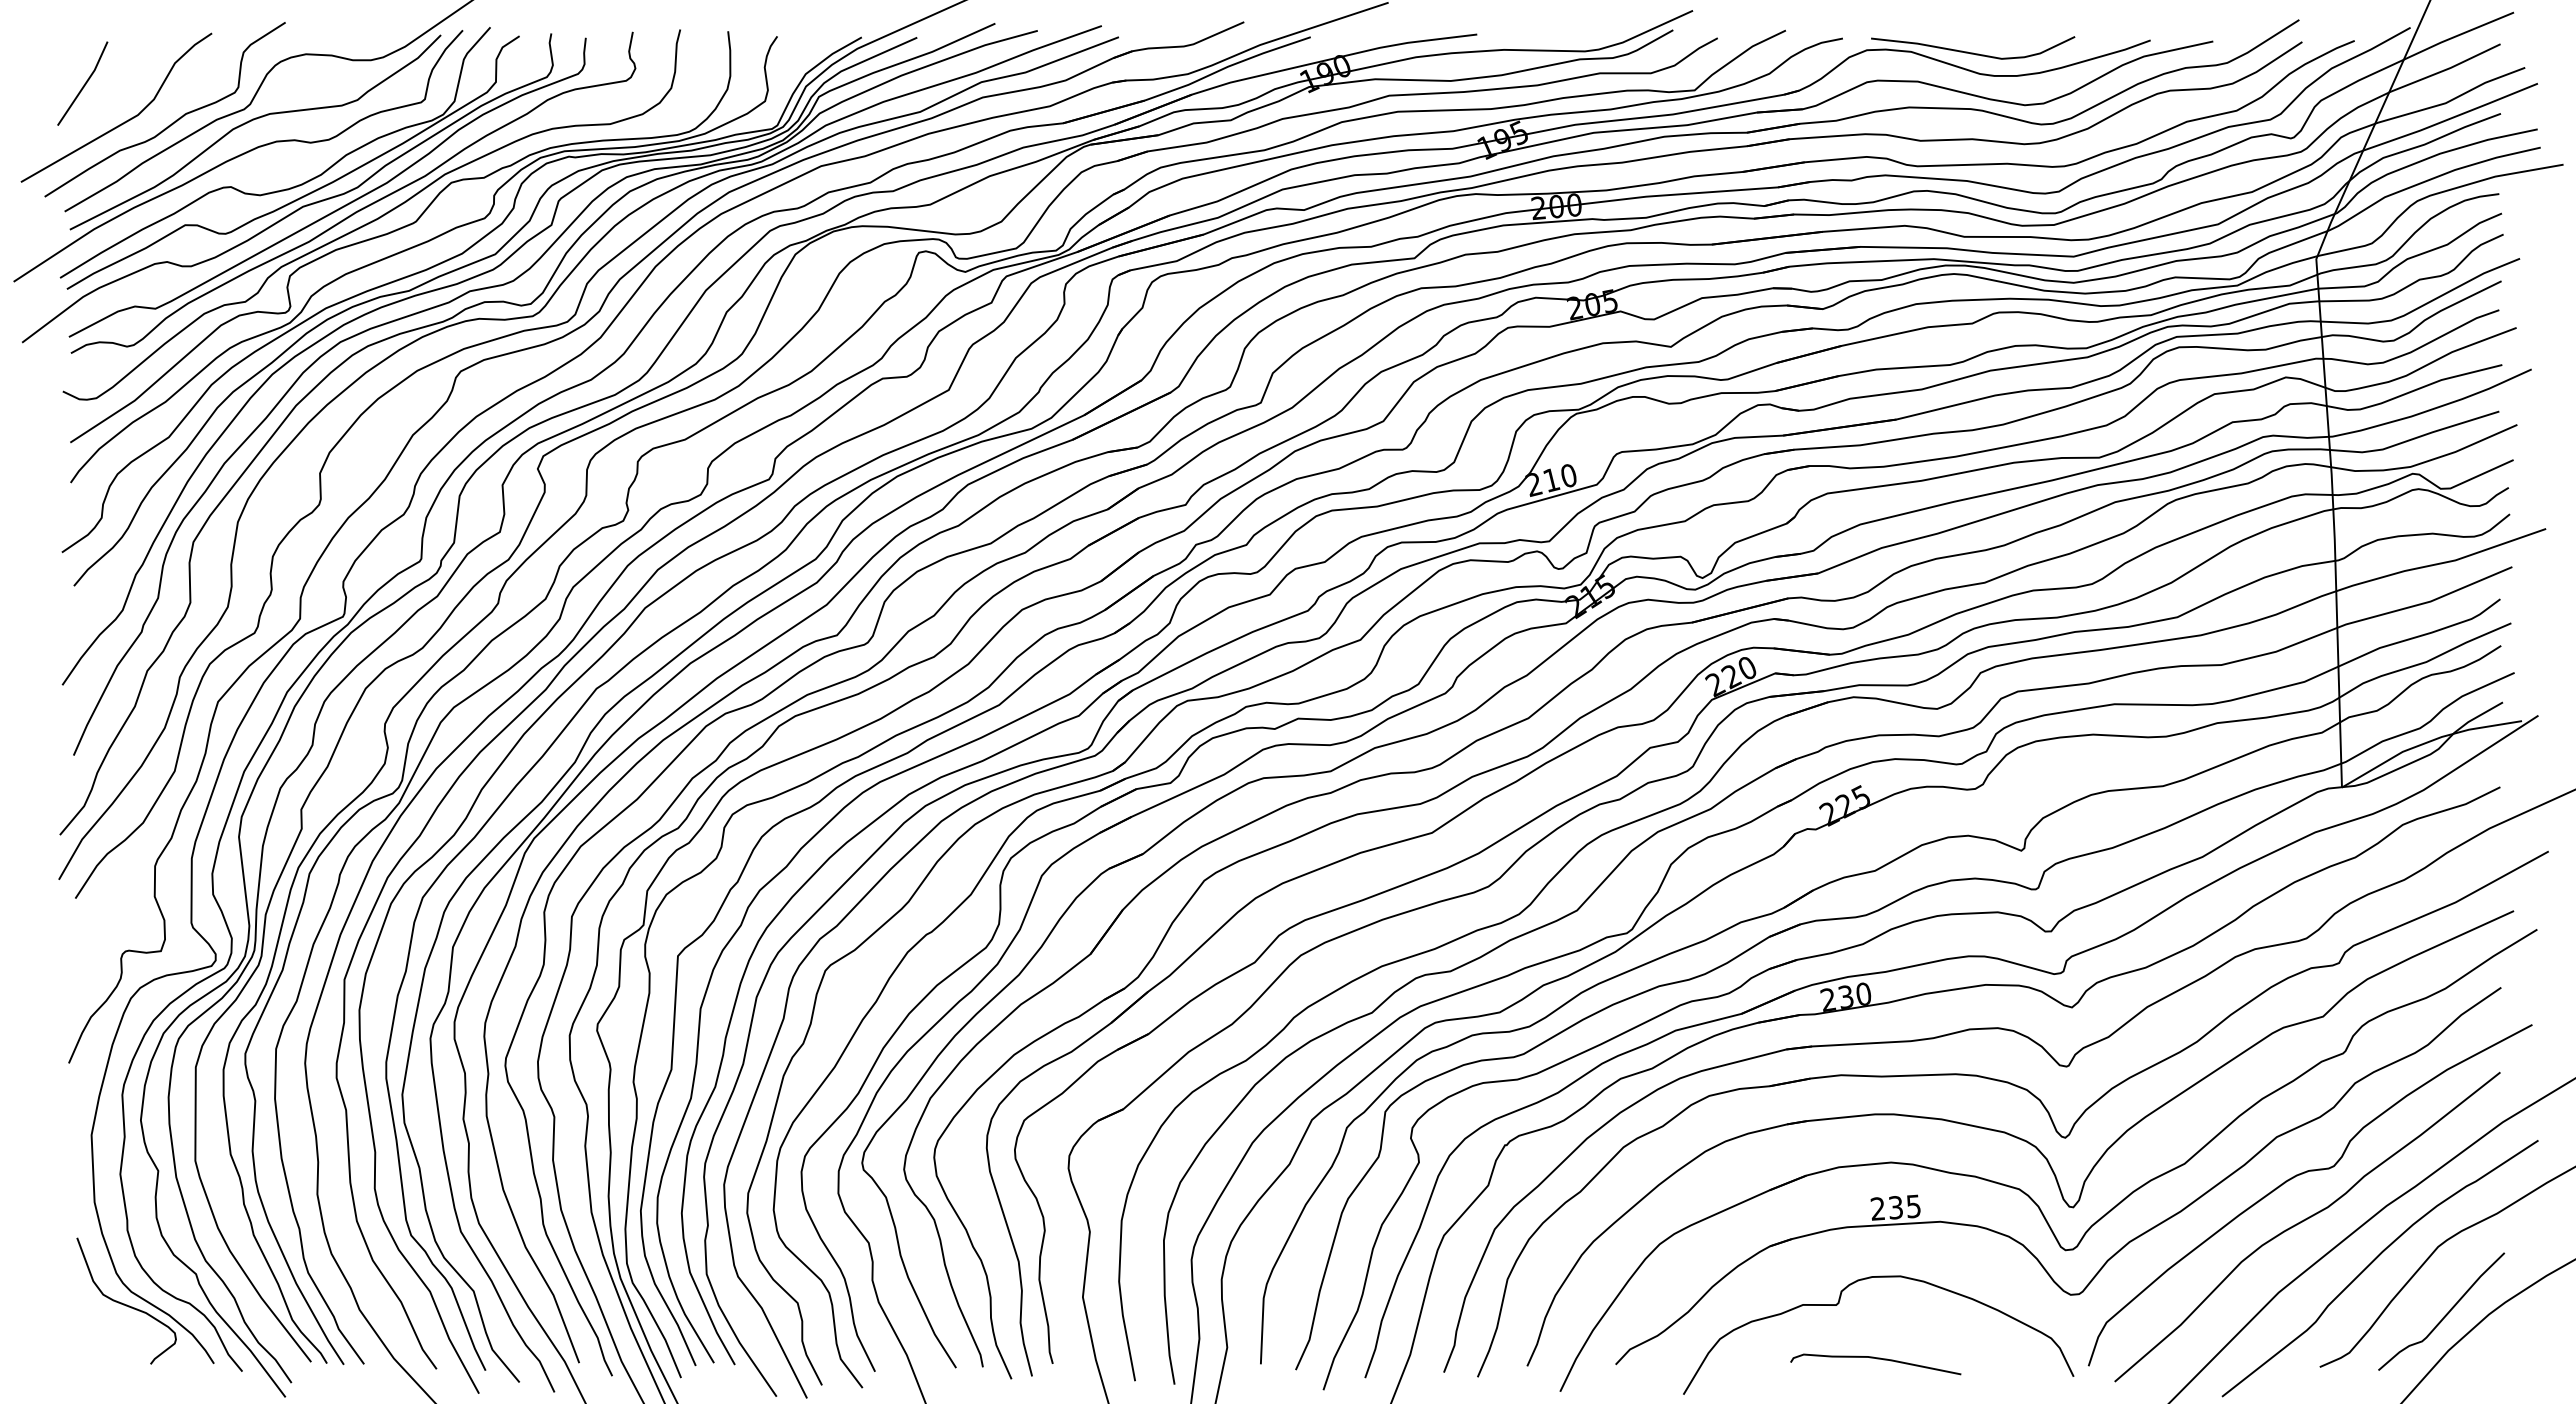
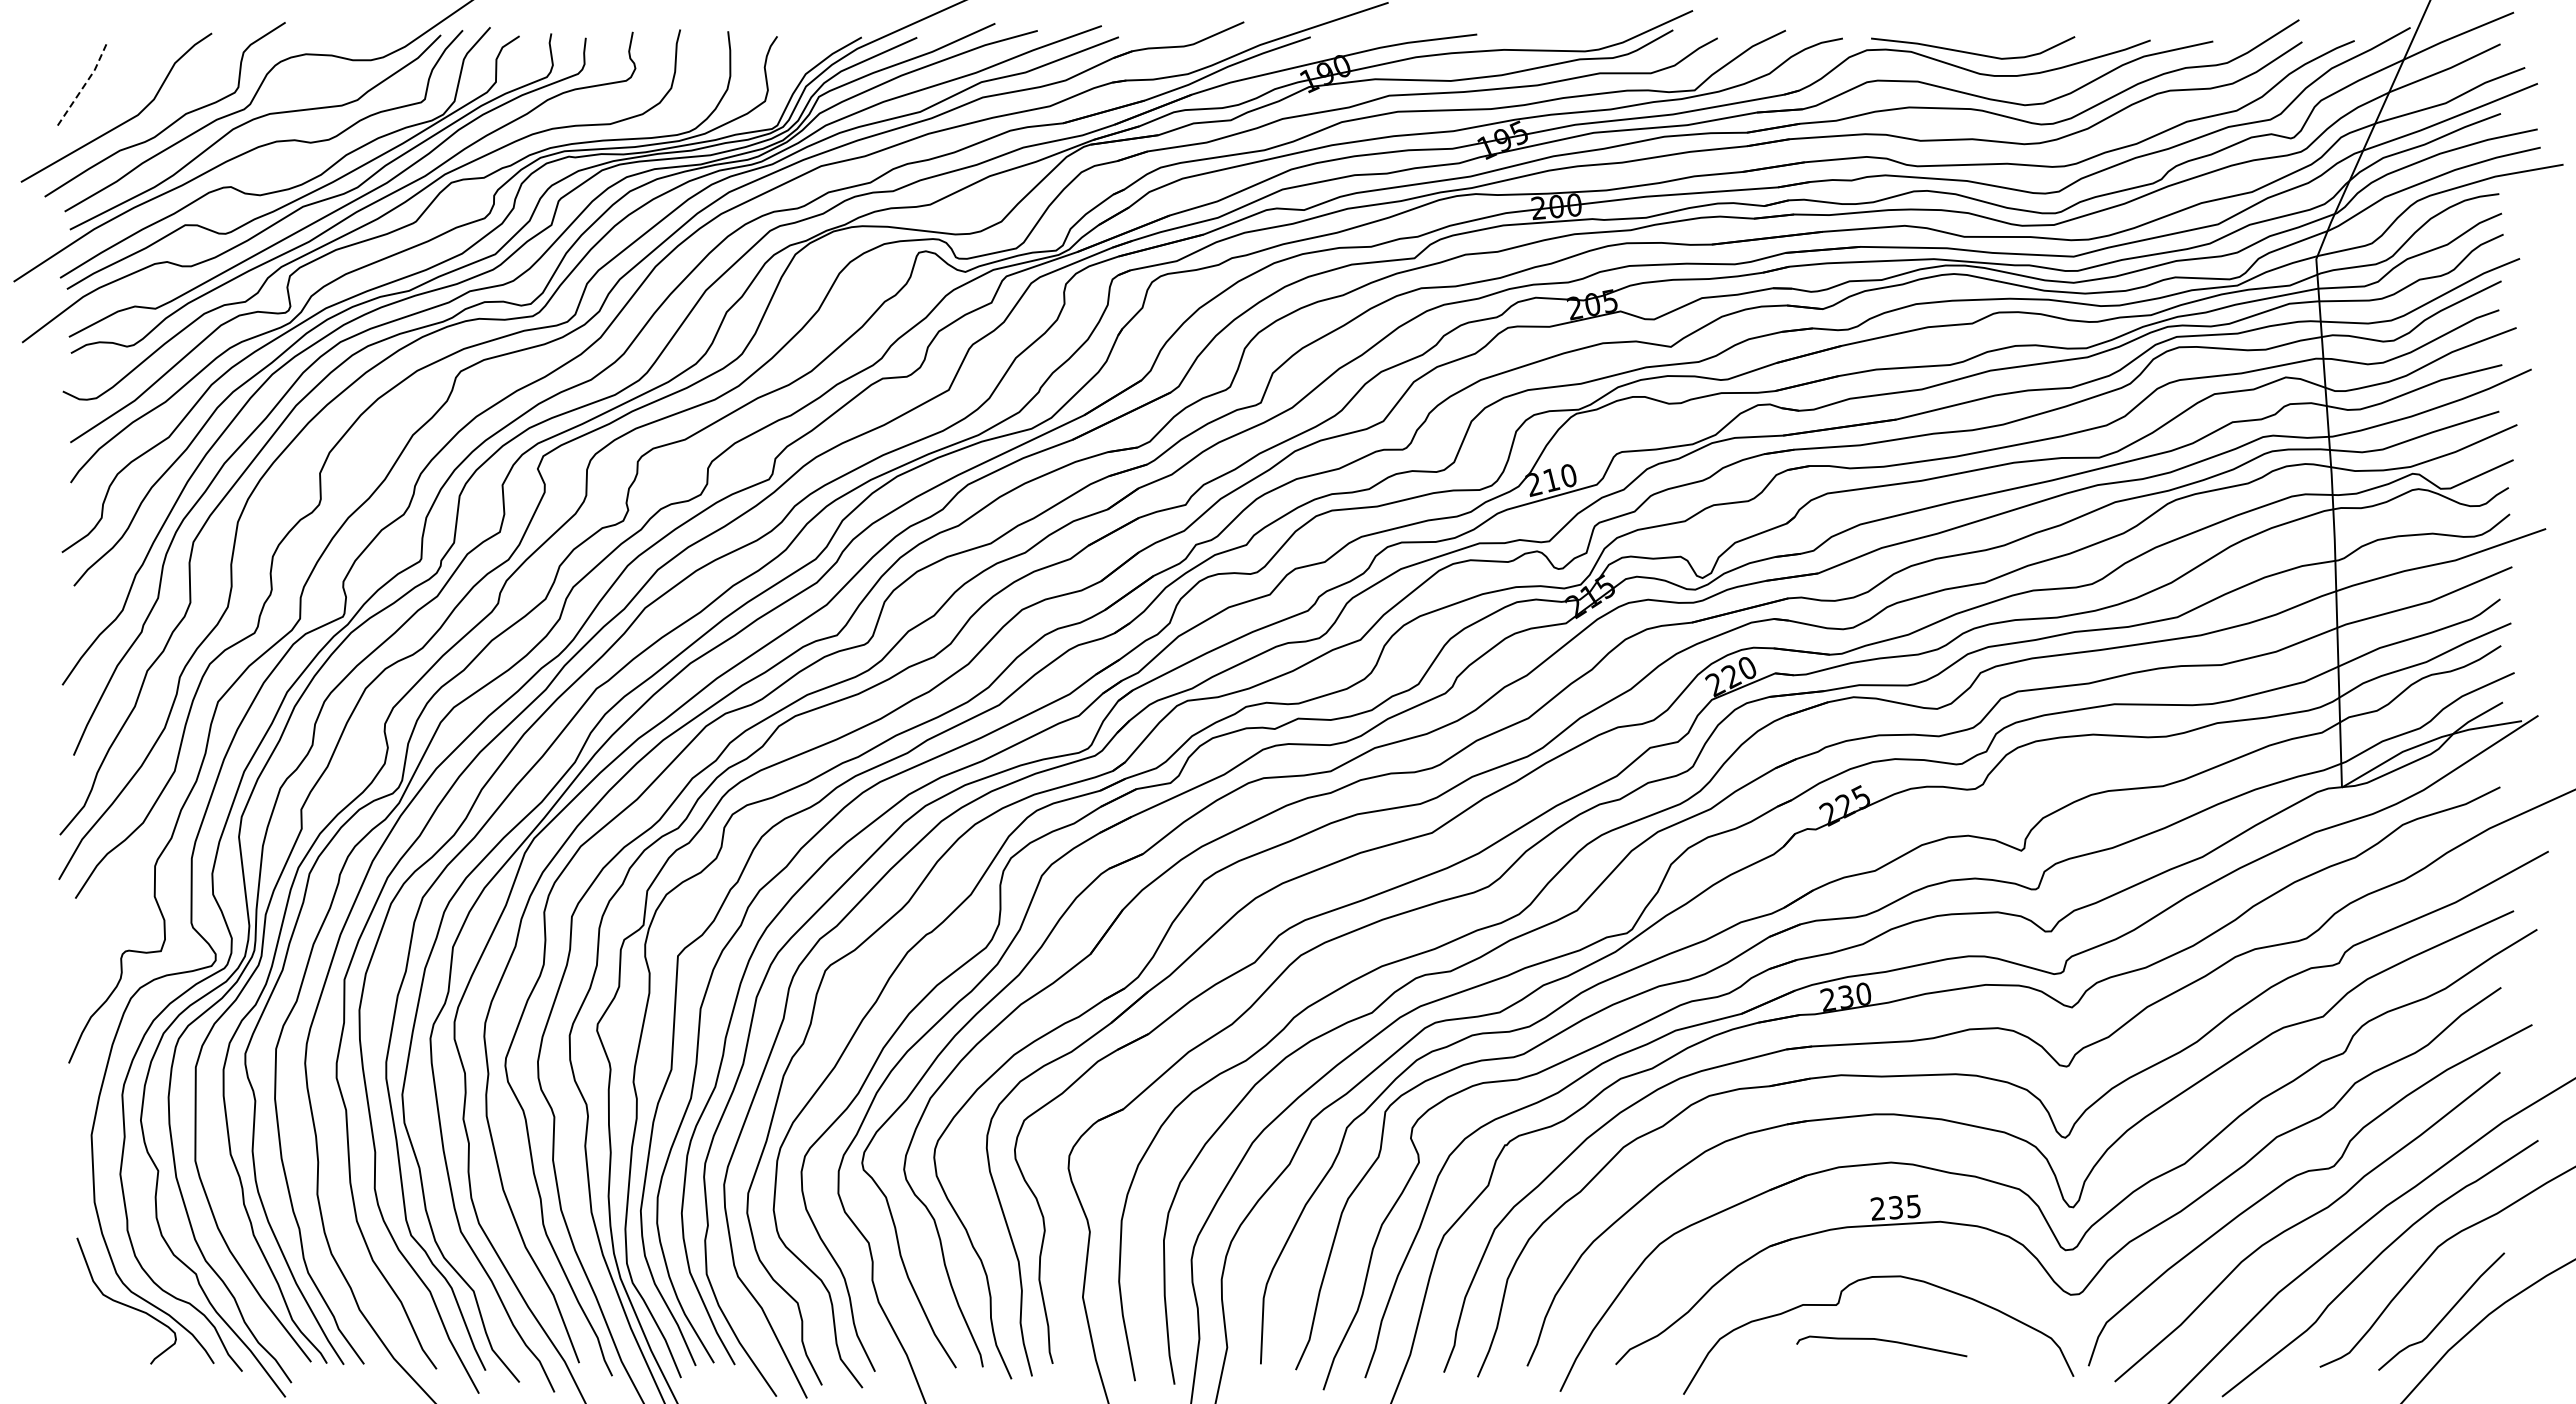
line at (85, 84): solid -> dashed
curve at (1876, 1359) position: (1876, 1359) -> (1882, 1341)
